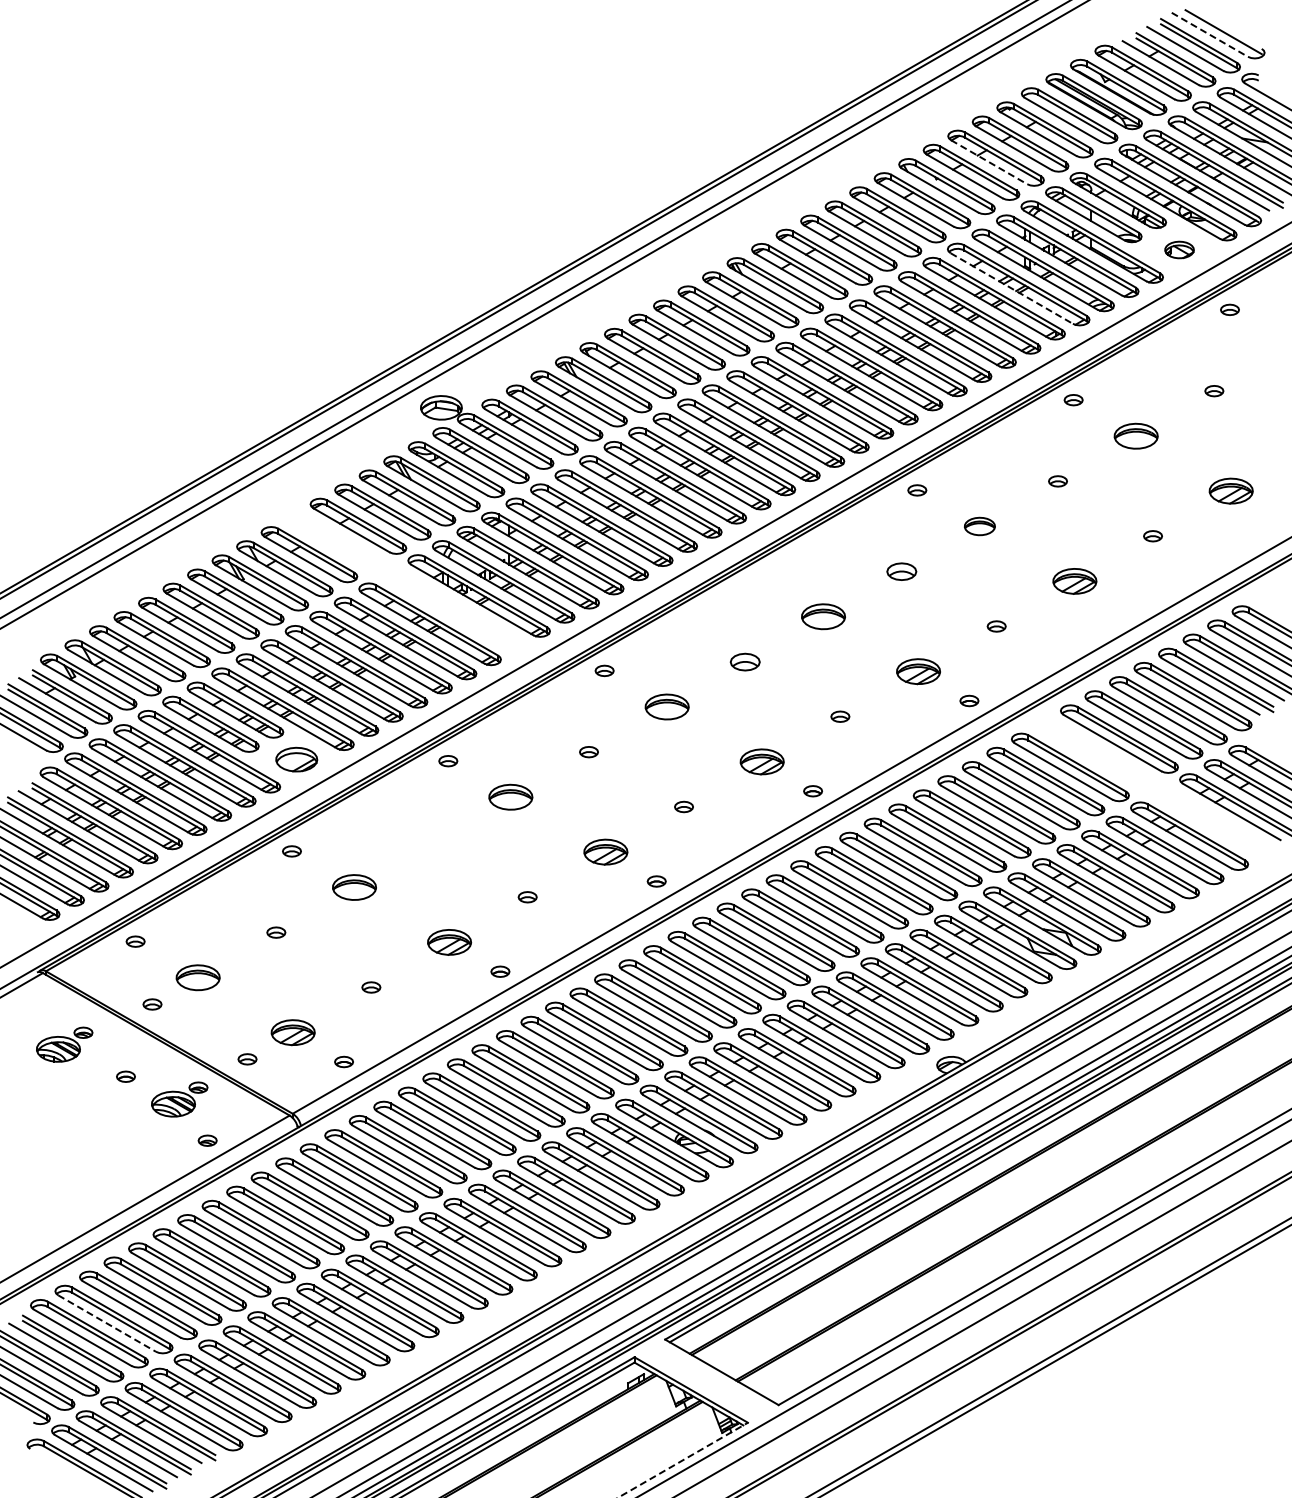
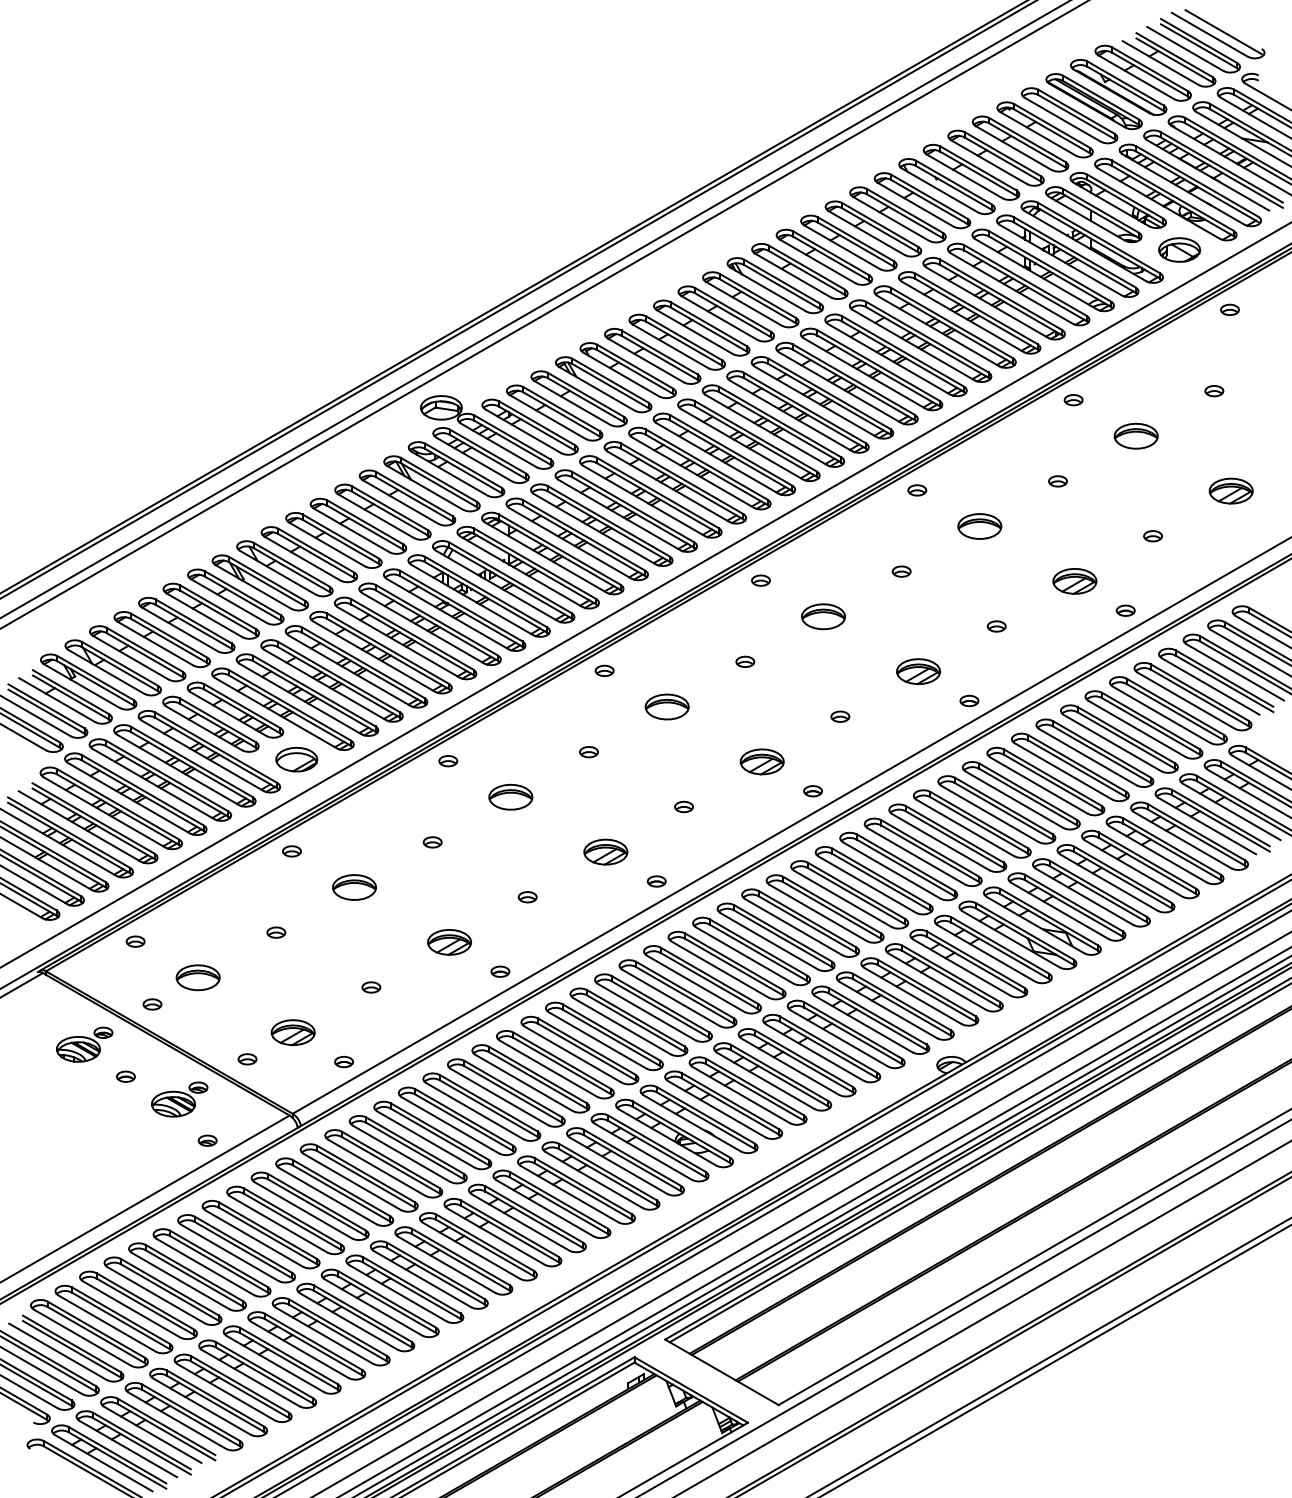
line at (1210, 35): dashed -> solid
line at (989, 162): dashed -> solid
part at (1179, 249) size: 31x20 px -> 43x26 px
line at (1011, 288): dashed -> solid
part at (979, 526) size: 32x21 px -> 46x27 px
part at (901, 571) size: 32x19 px -> 21x13 px
part at (760, 580): none -> present
part at (405, 581): none -> present
part at (1125, 610): none -> present
part at (744, 661) size: 32x20 px -> 21x13 px
part at (1152, 786): none -> present
part at (432, 842): none -> present
part at (64, 1044) position: (64, 1044) -> (84, 1044)
line at (107, 1323): dashed -> solid
line at (683, 1460): dashed -> solid
